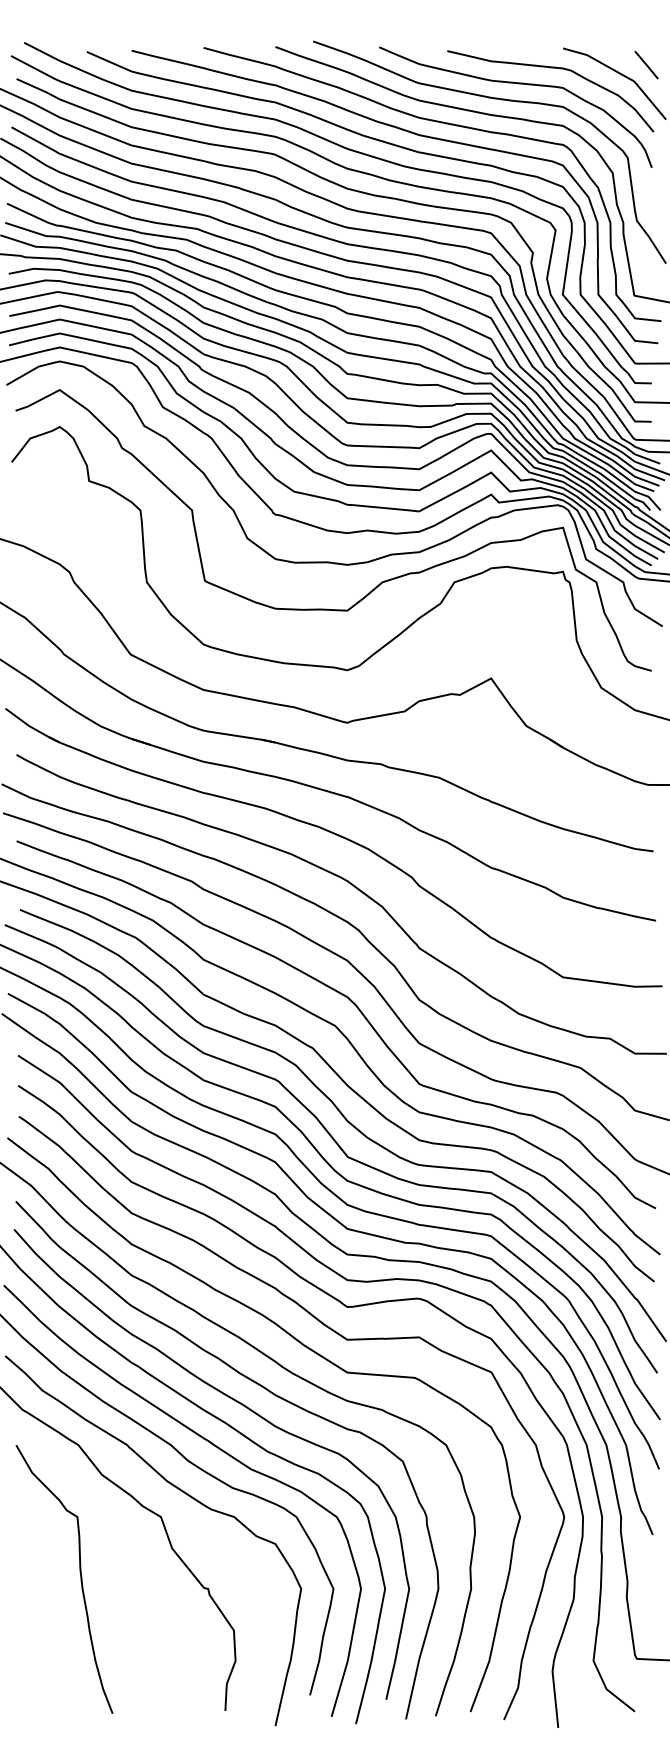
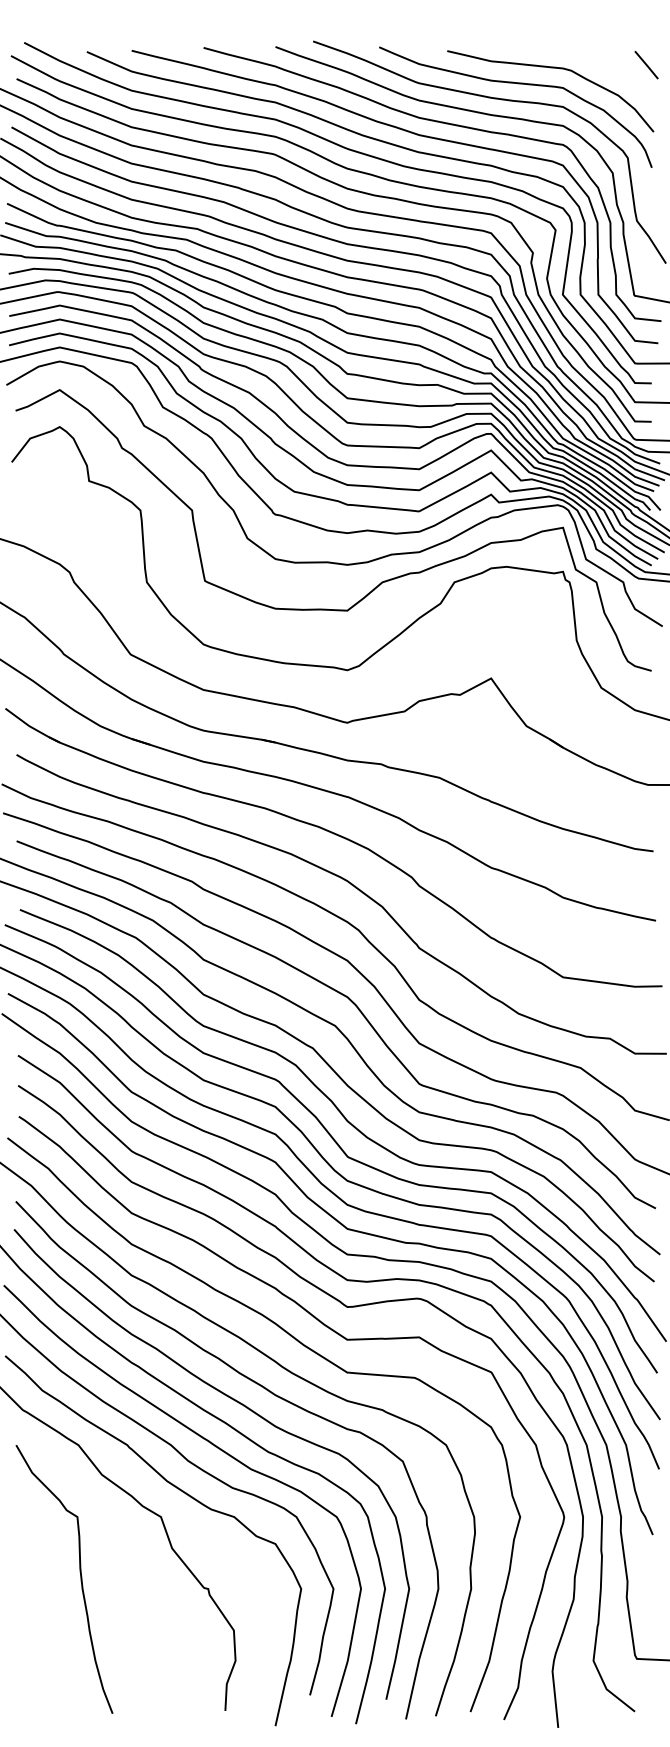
curve at (619, 74): present -> none
